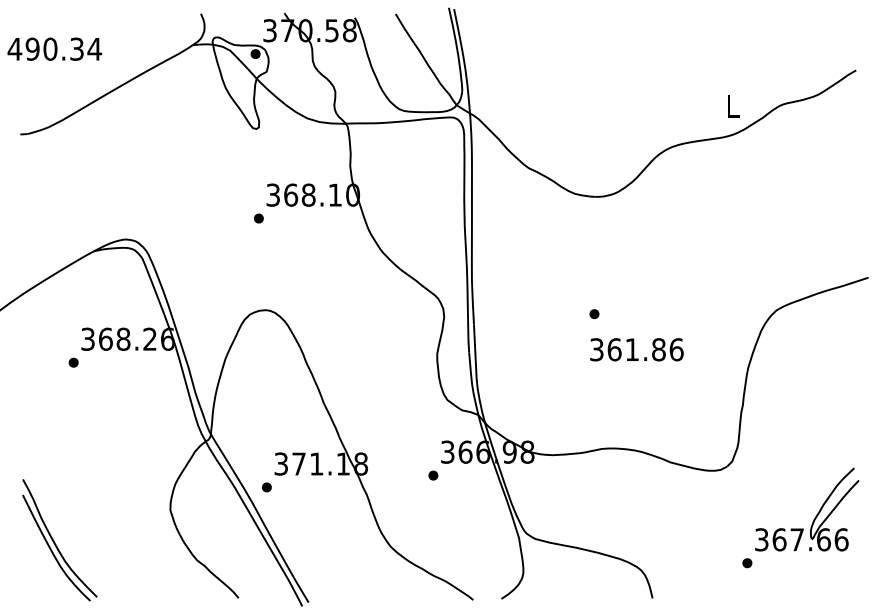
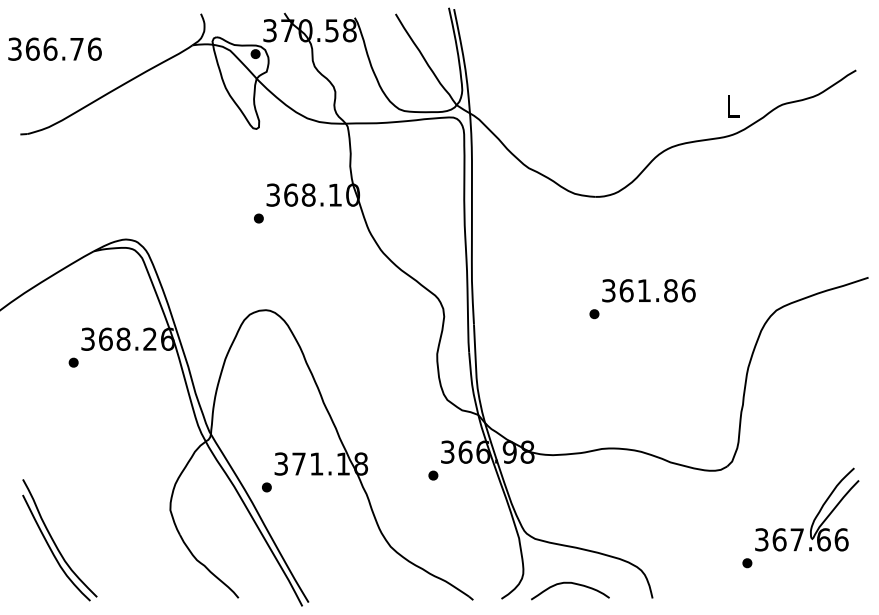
text at (54, 48): 490.34 -> 366.76
text at (636, 349) position: (636, 349) -> (648, 290)
curve at (573, 584): none -> present
